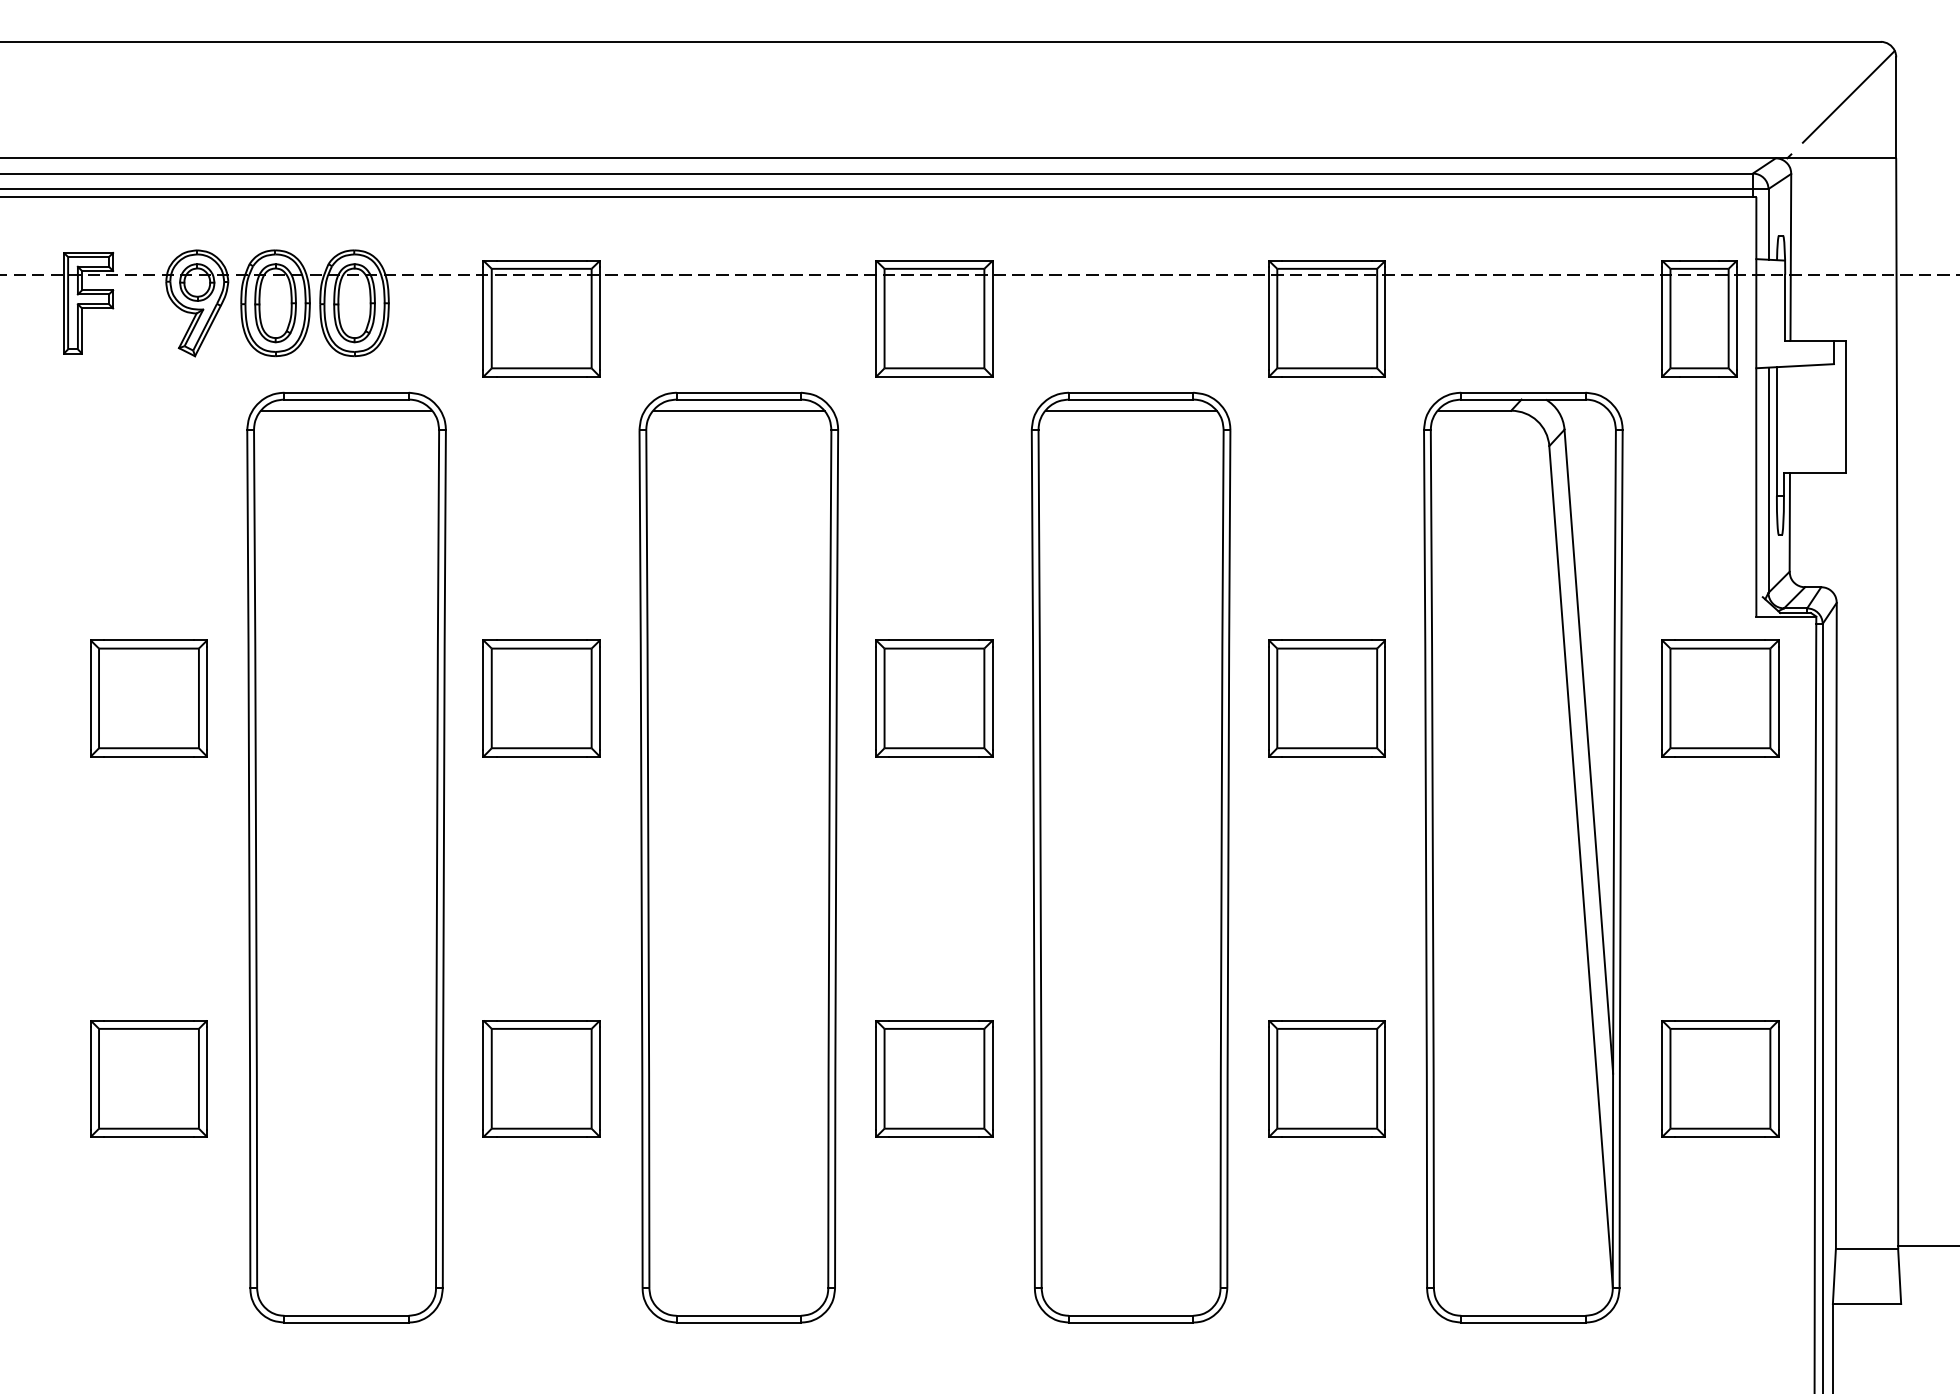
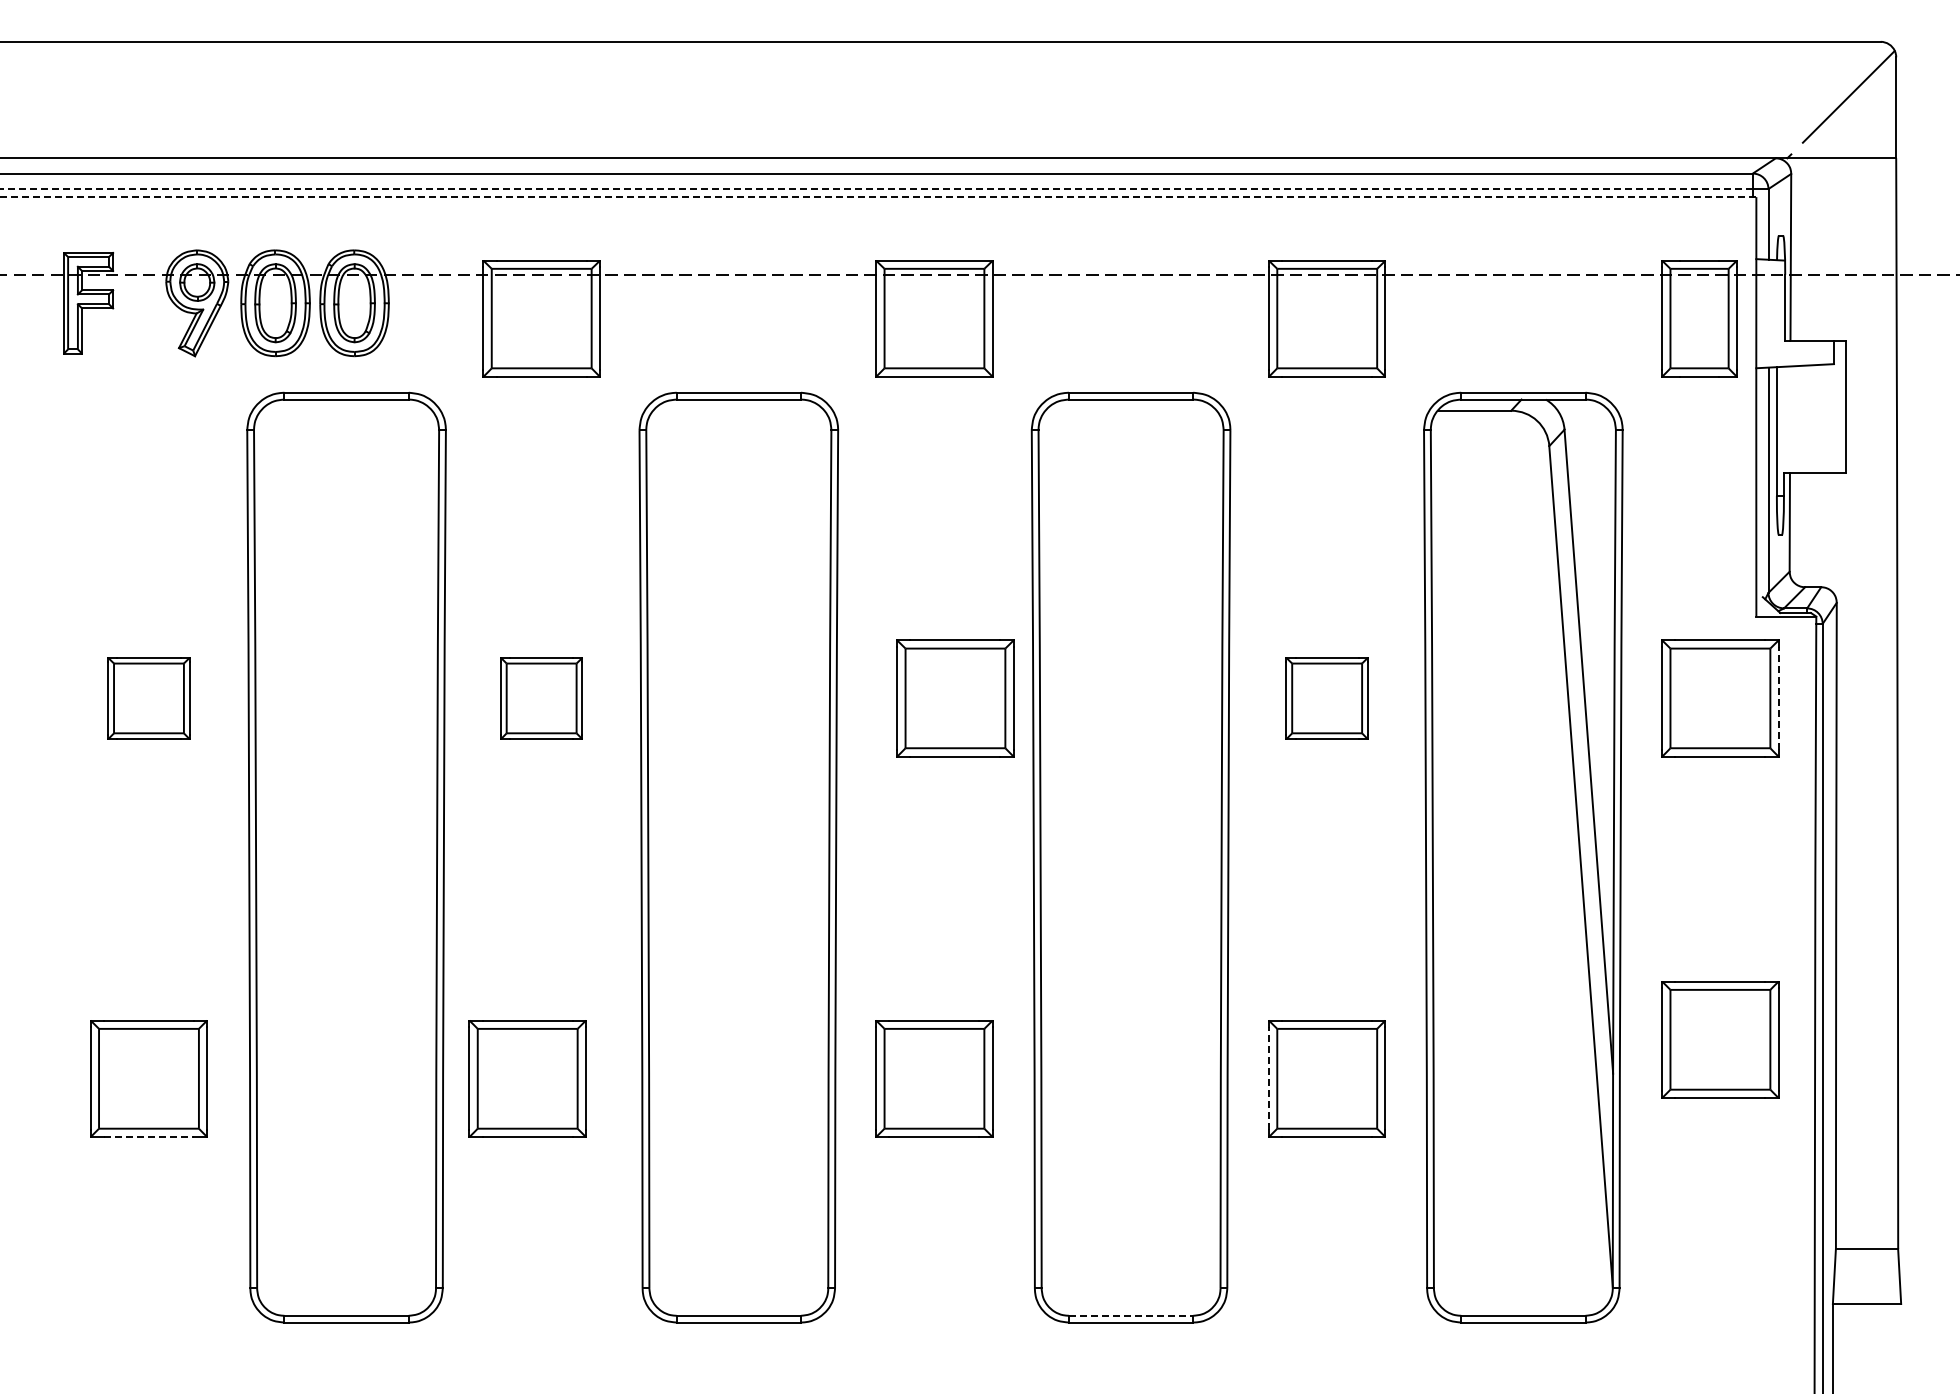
line at (876, 189): solid -> dashed
line at (878, 197): solid -> dashed
line at (346, 410): present -> none
line at (738, 410): present -> none
line at (1130, 410): present -> none
part at (148, 698) size: 118x119 px -> 84x83 px
part at (541, 698) size: 119x119 px -> 83x83 px
part at (934, 698) position: (934, 698) -> (955, 698)
part at (1326, 698) size: 118x119 px -> 84x83 px
line at (1778, 698): solid -> dashed
part at (541, 1078) position: (541, 1078) -> (527, 1078)
line at (1268, 1078): solid -> dashed
part at (1720, 1078) position: (1720, 1078) -> (1720, 1039)
line at (149, 1137): solid -> dashed
line at (1927, 1245): present -> none
line at (1131, 1315): solid -> dashed
